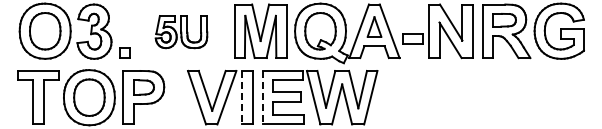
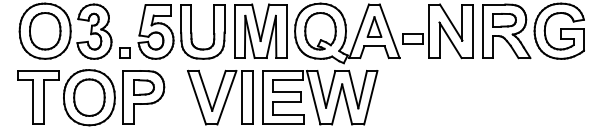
part at (181, 32) size: 55x35 px -> 89x56 px
line at (242, 97): dashed -> solid
line at (262, 97): dashed -> solid
